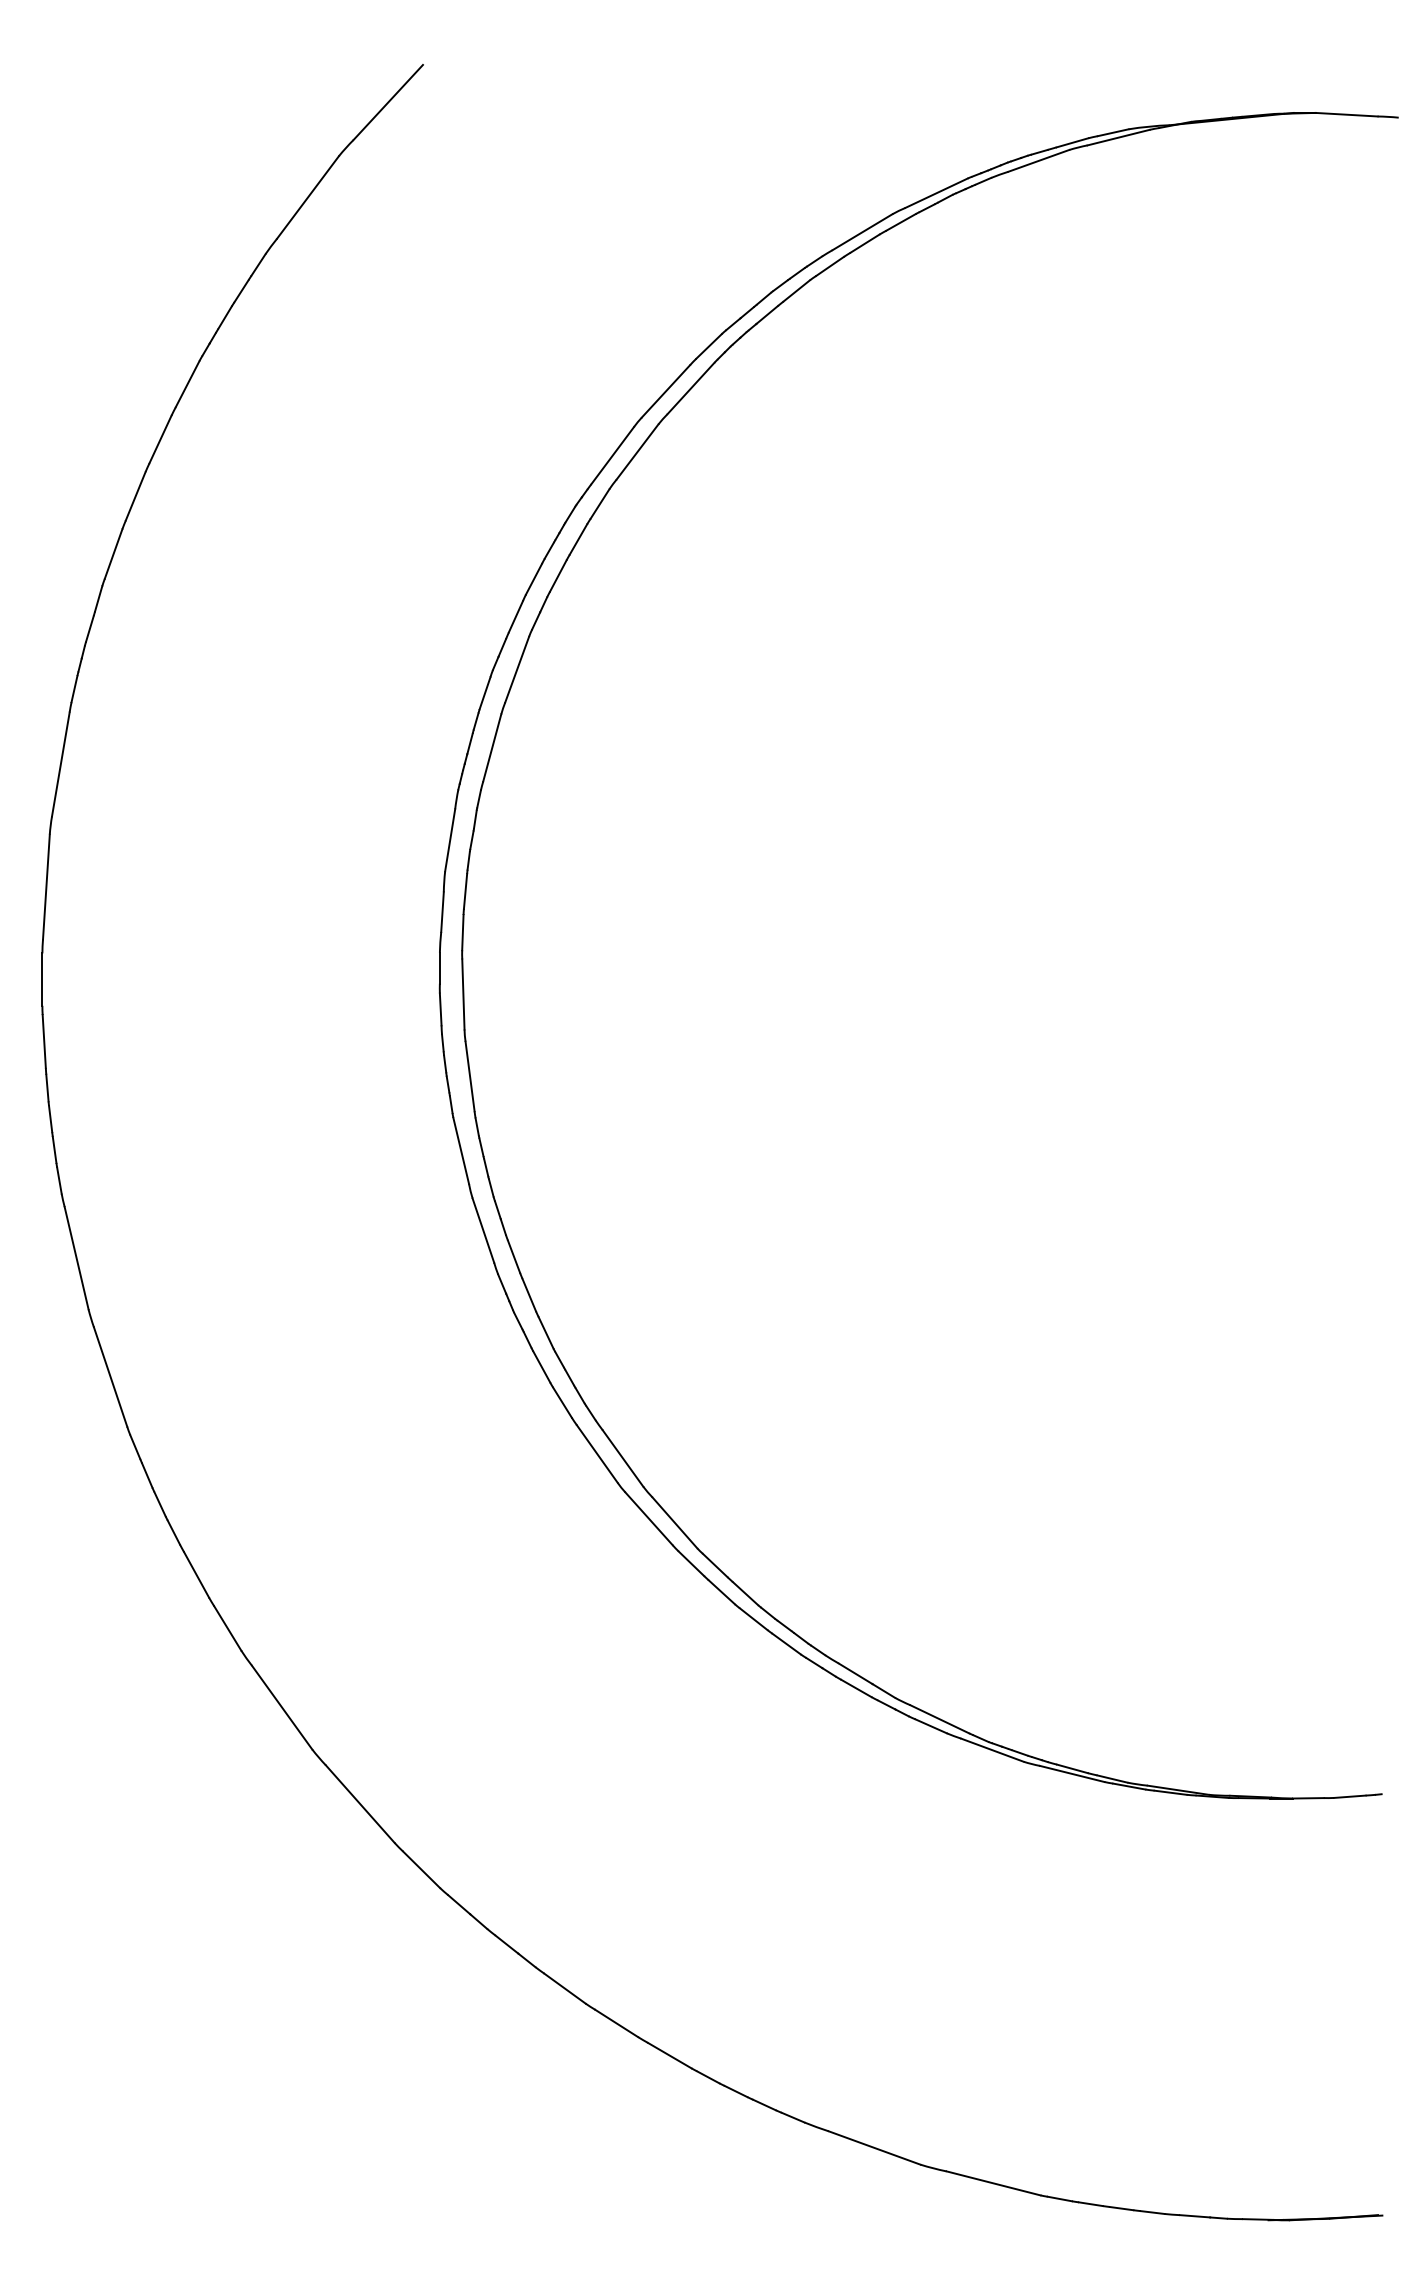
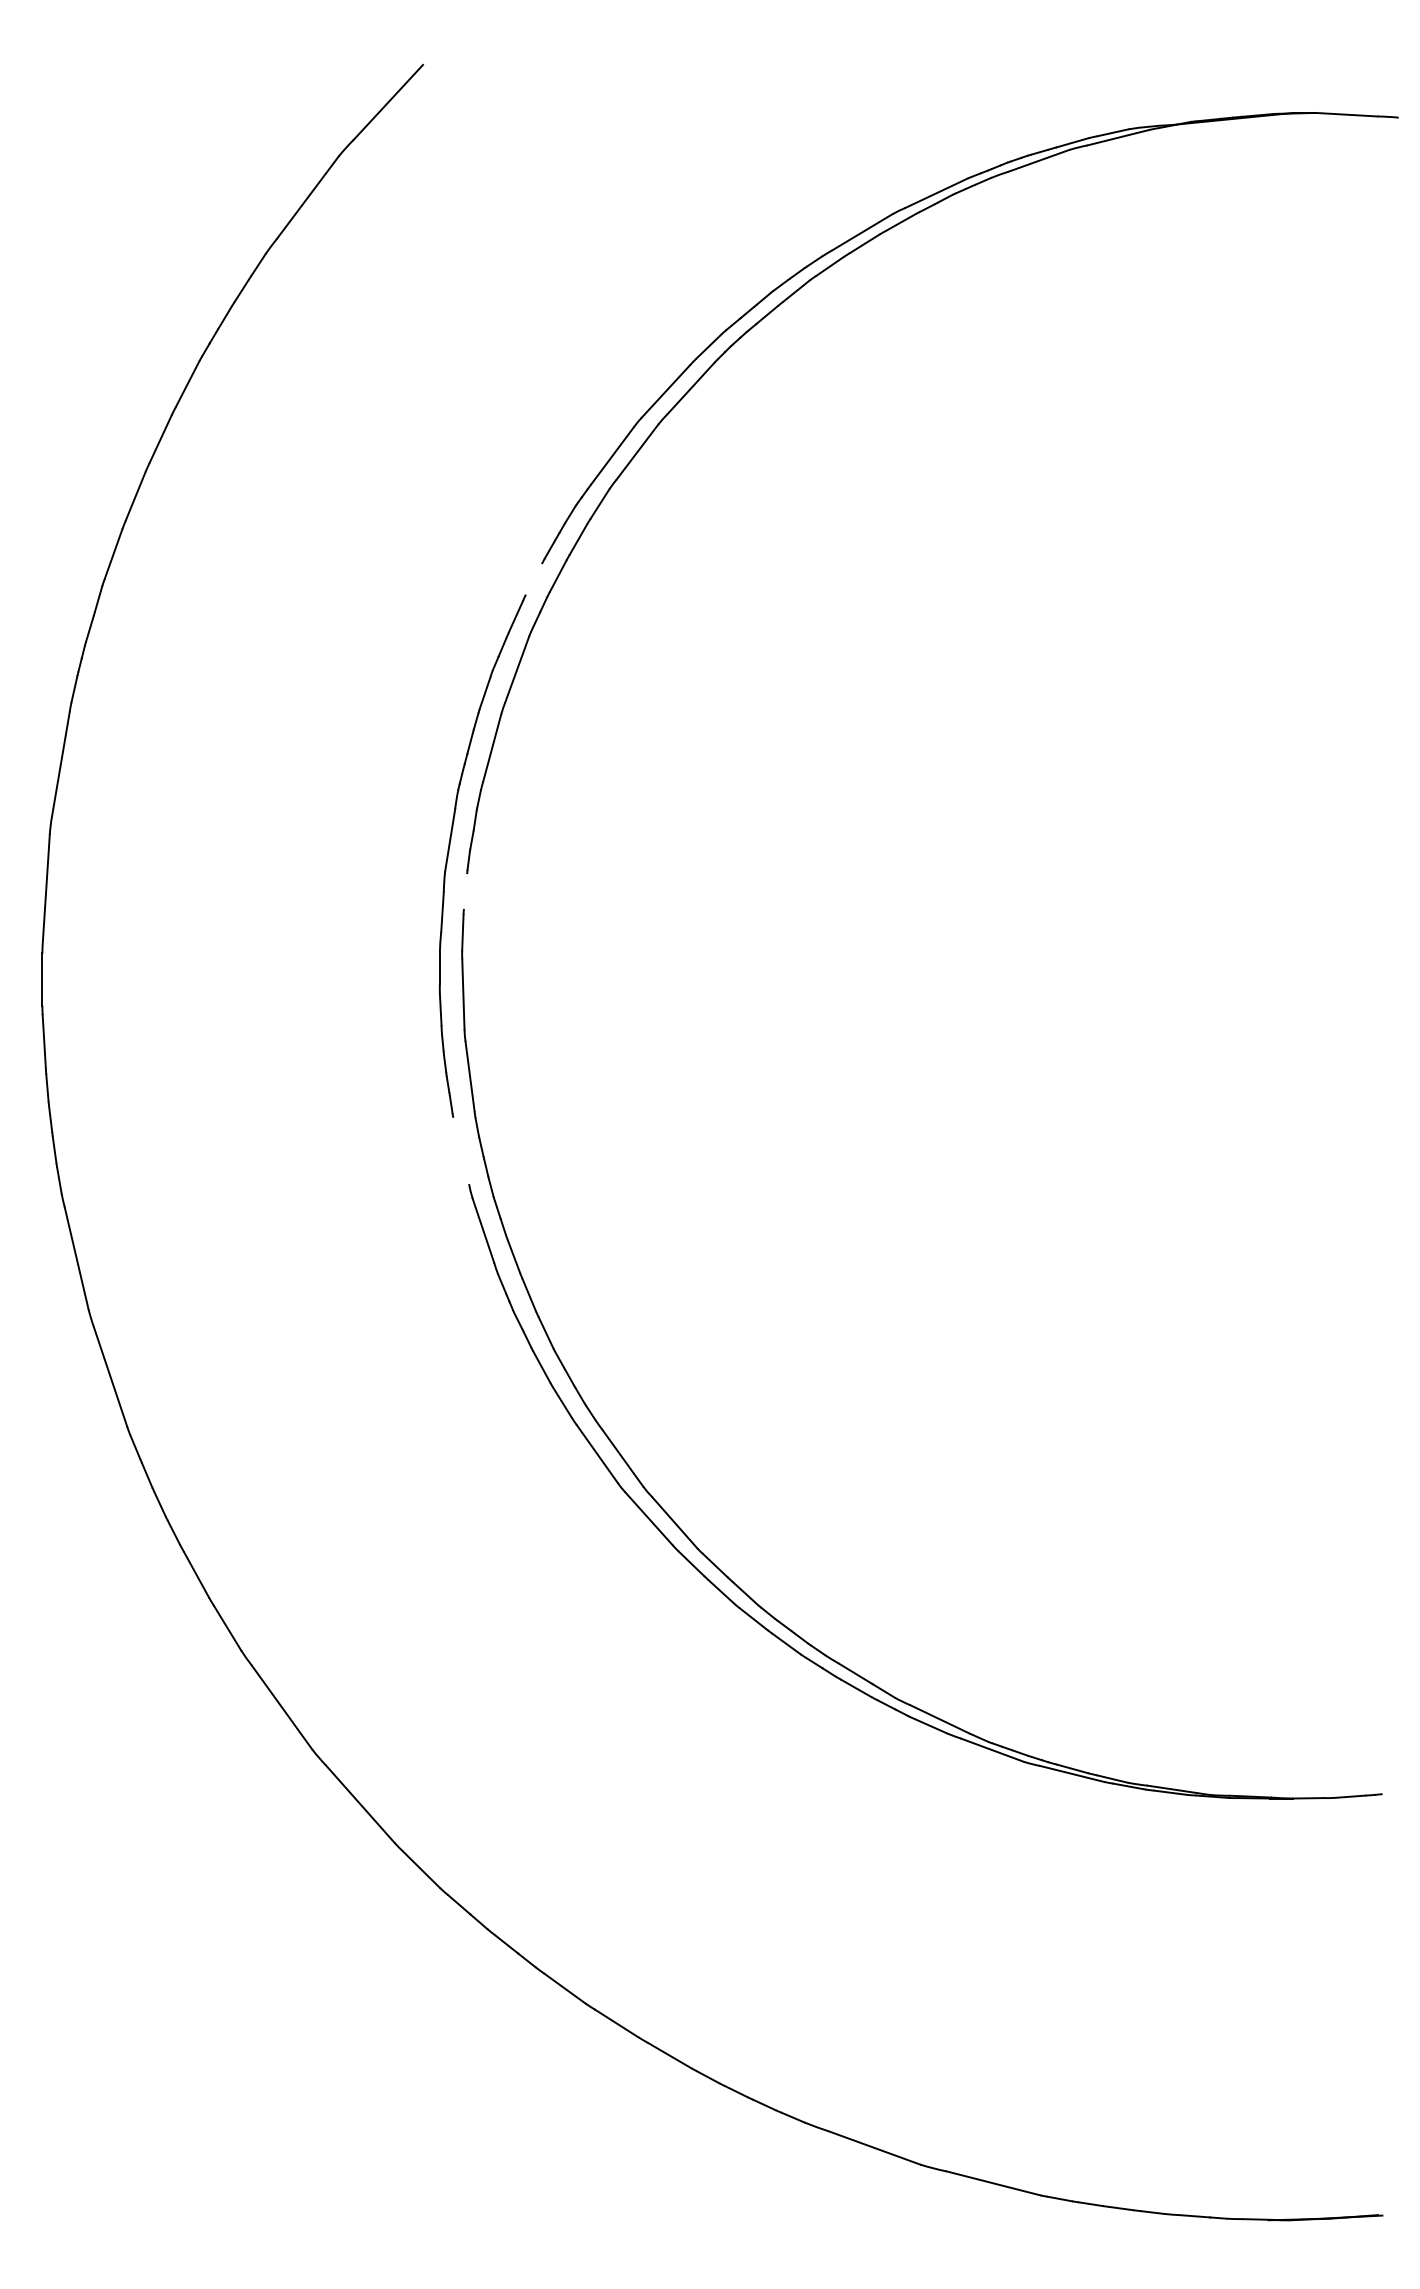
line at (533, 579): present -> none
line at (465, 891): present -> none
line at (461, 1150): present -> none
